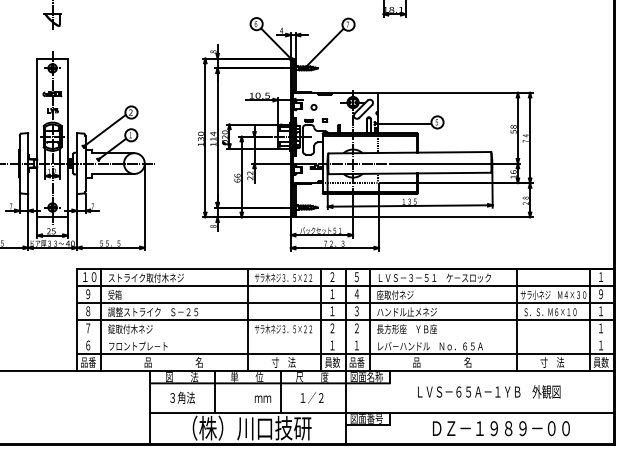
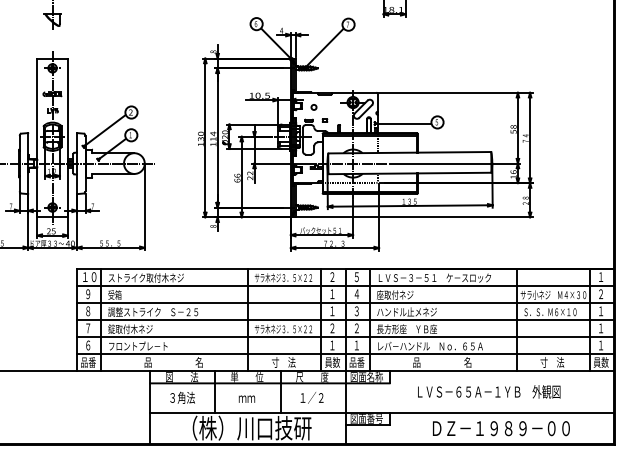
text at (601, 294): ９ -> ２
line at (345, 336): none -> present
text at (262, 398) position: (262, 398) -> (246, 398)
